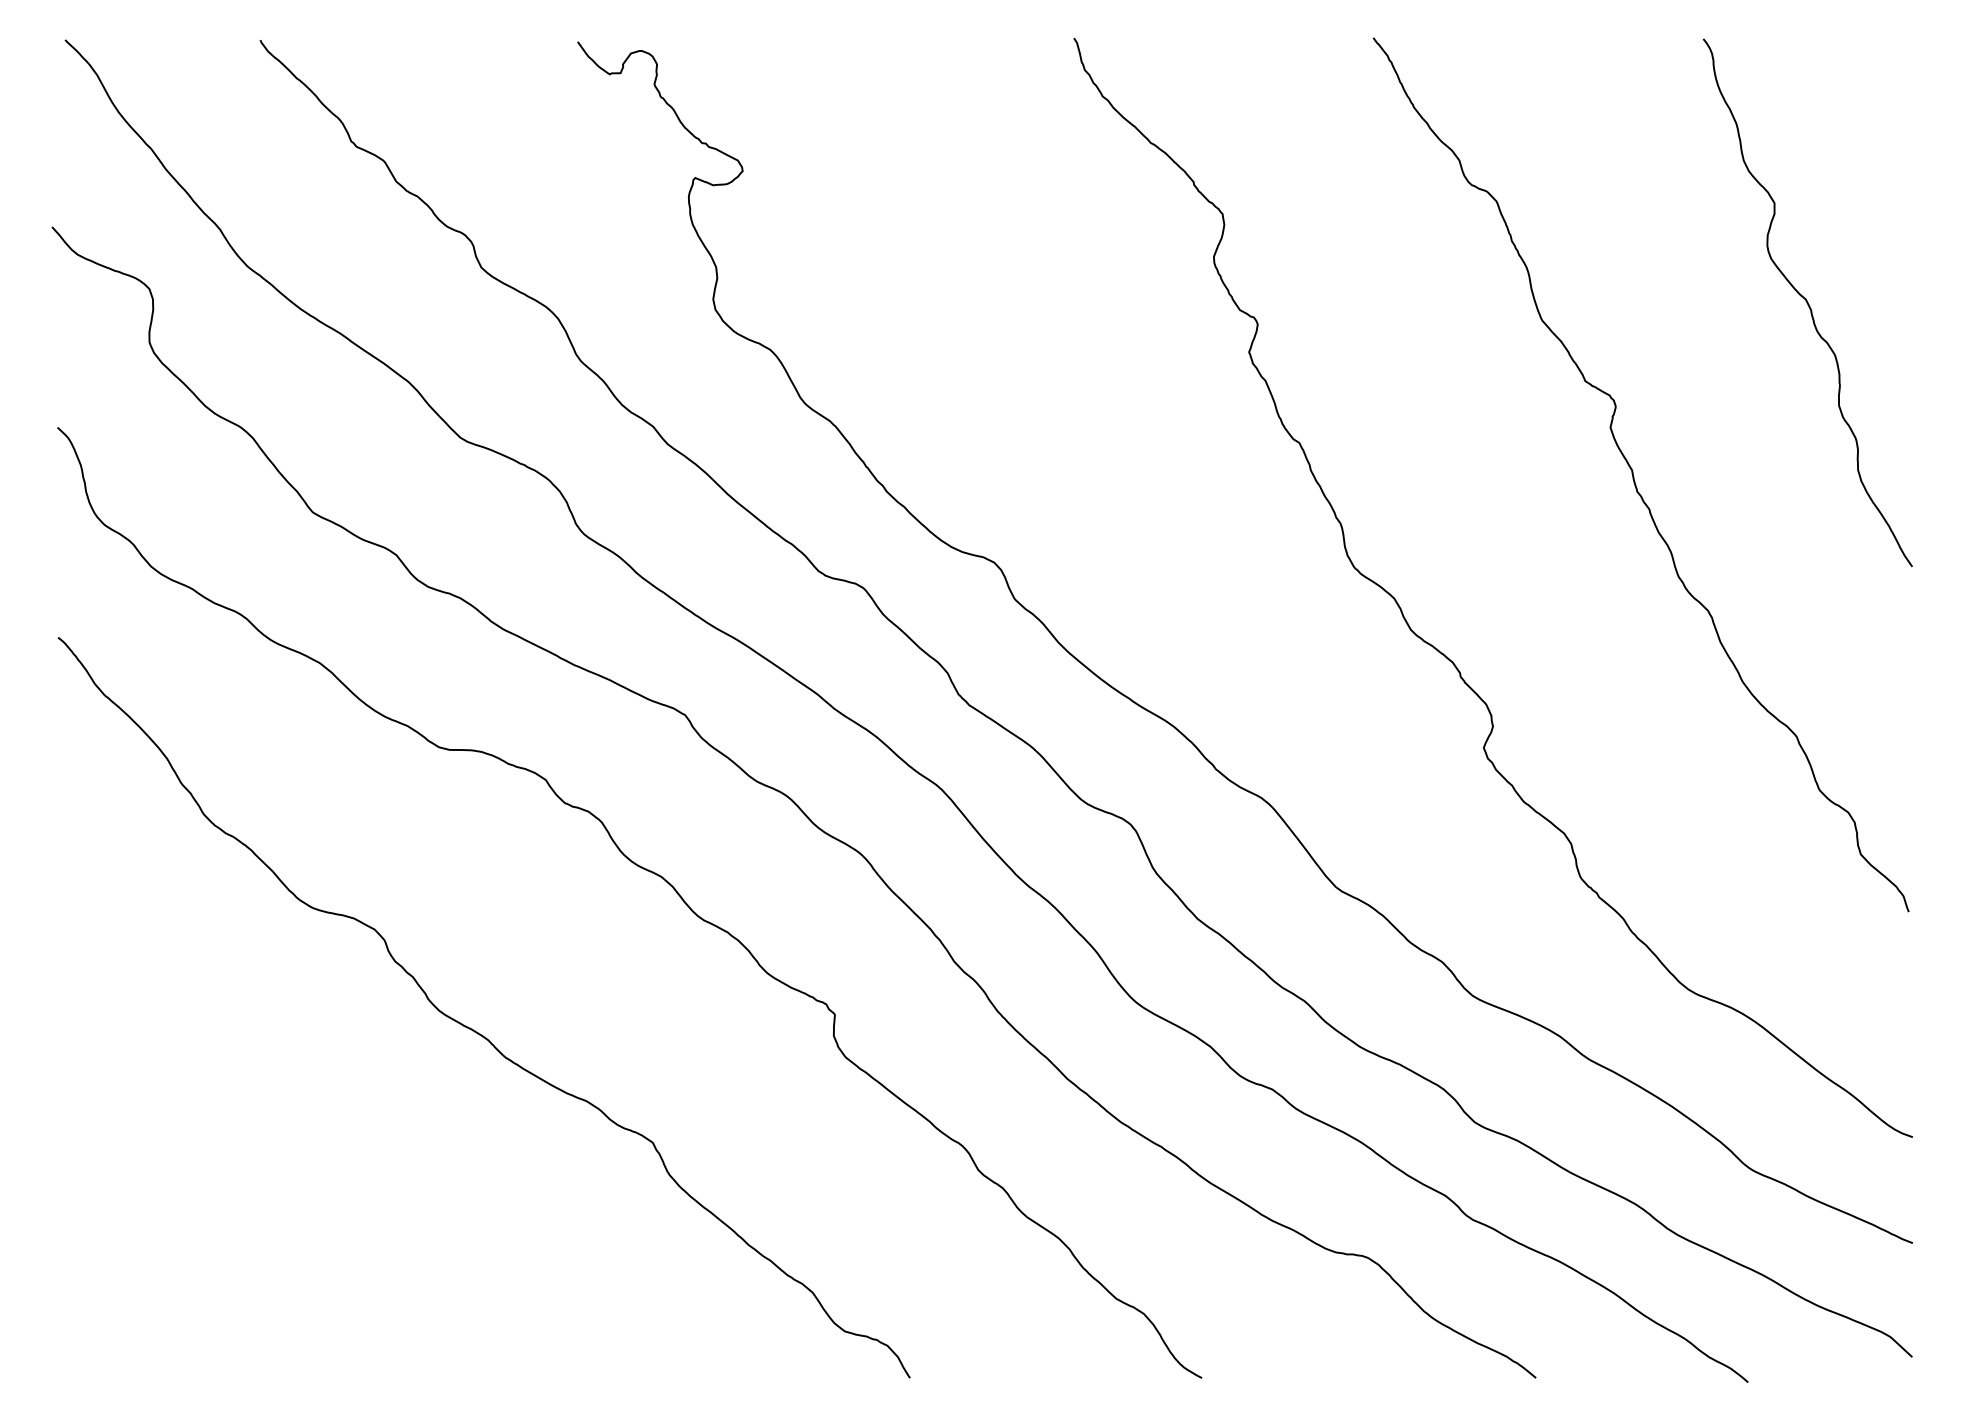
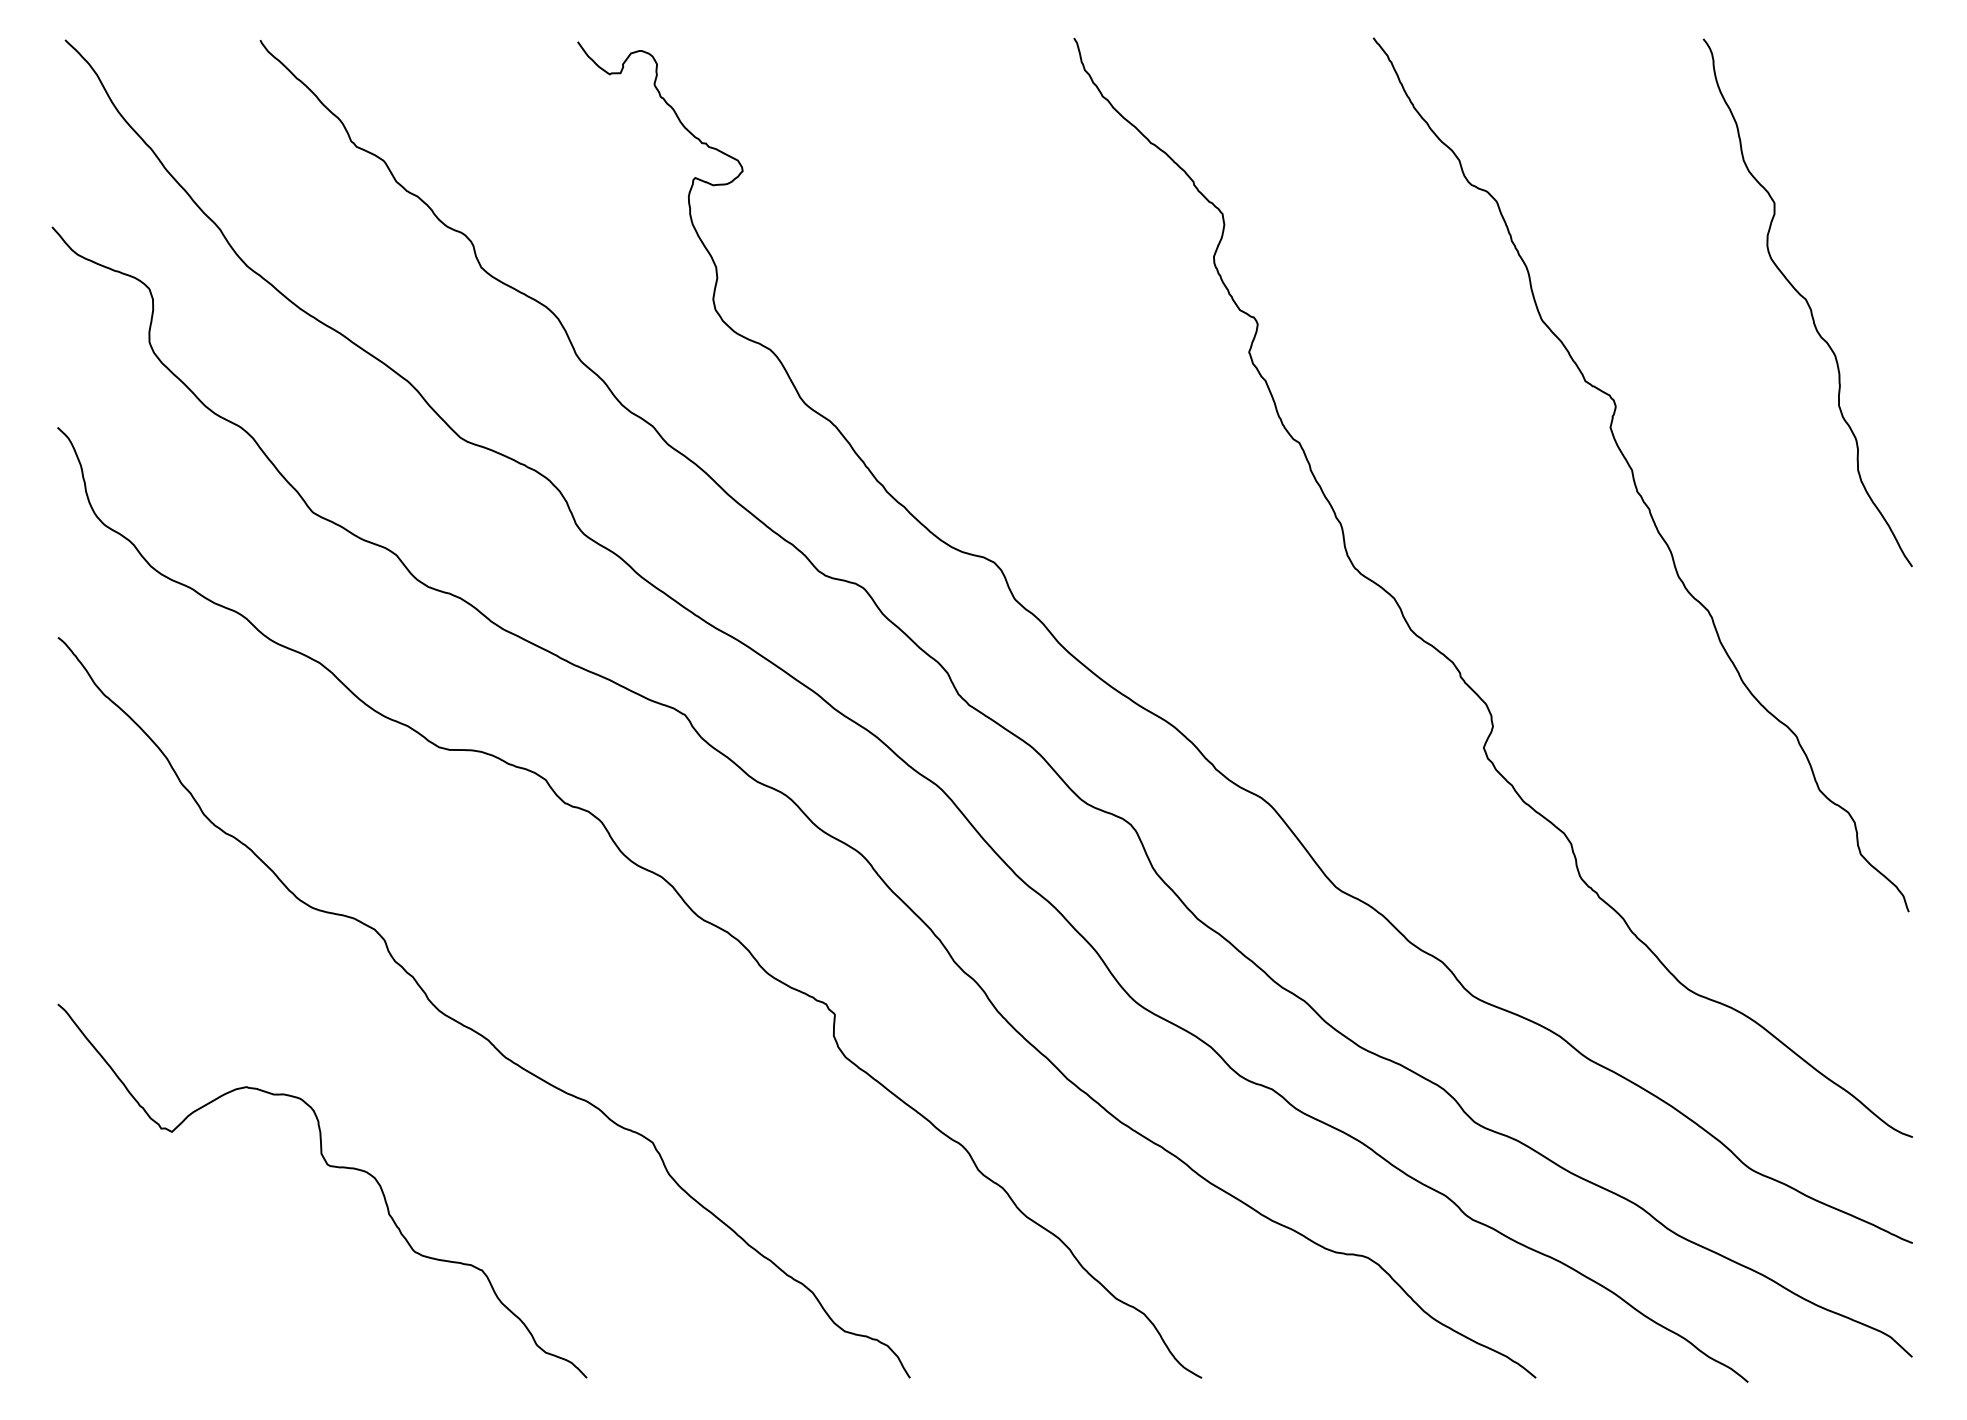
curve at (330, 1167): none -> present
